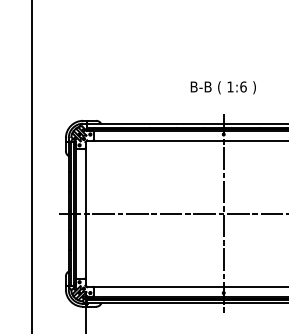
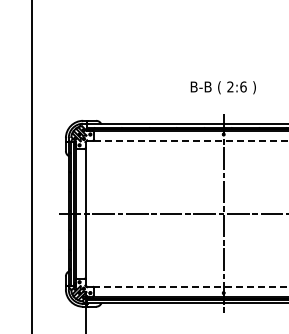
text at (230, 86): 1:6 -> 2:6
line at (190, 140): solid -> dashed
line at (191, 286): solid -> dashed
